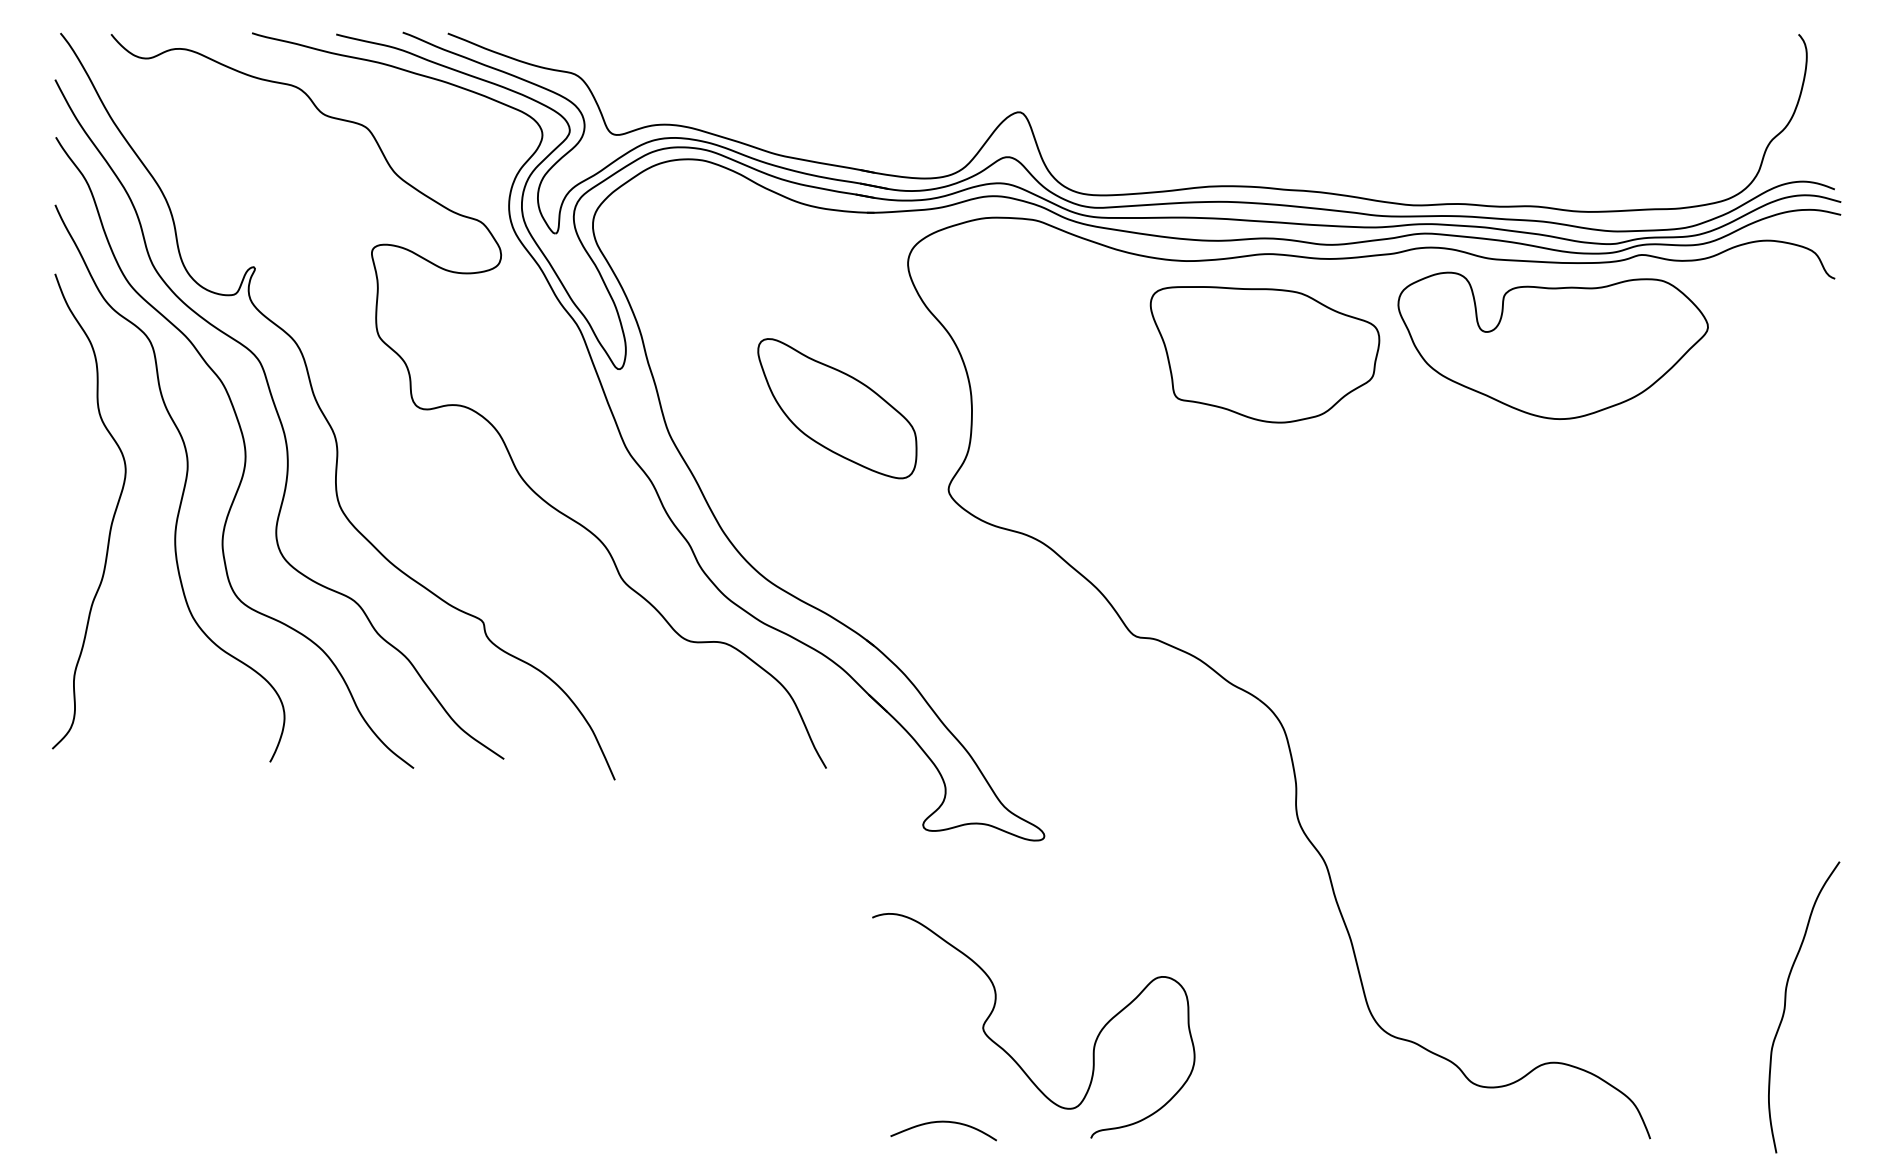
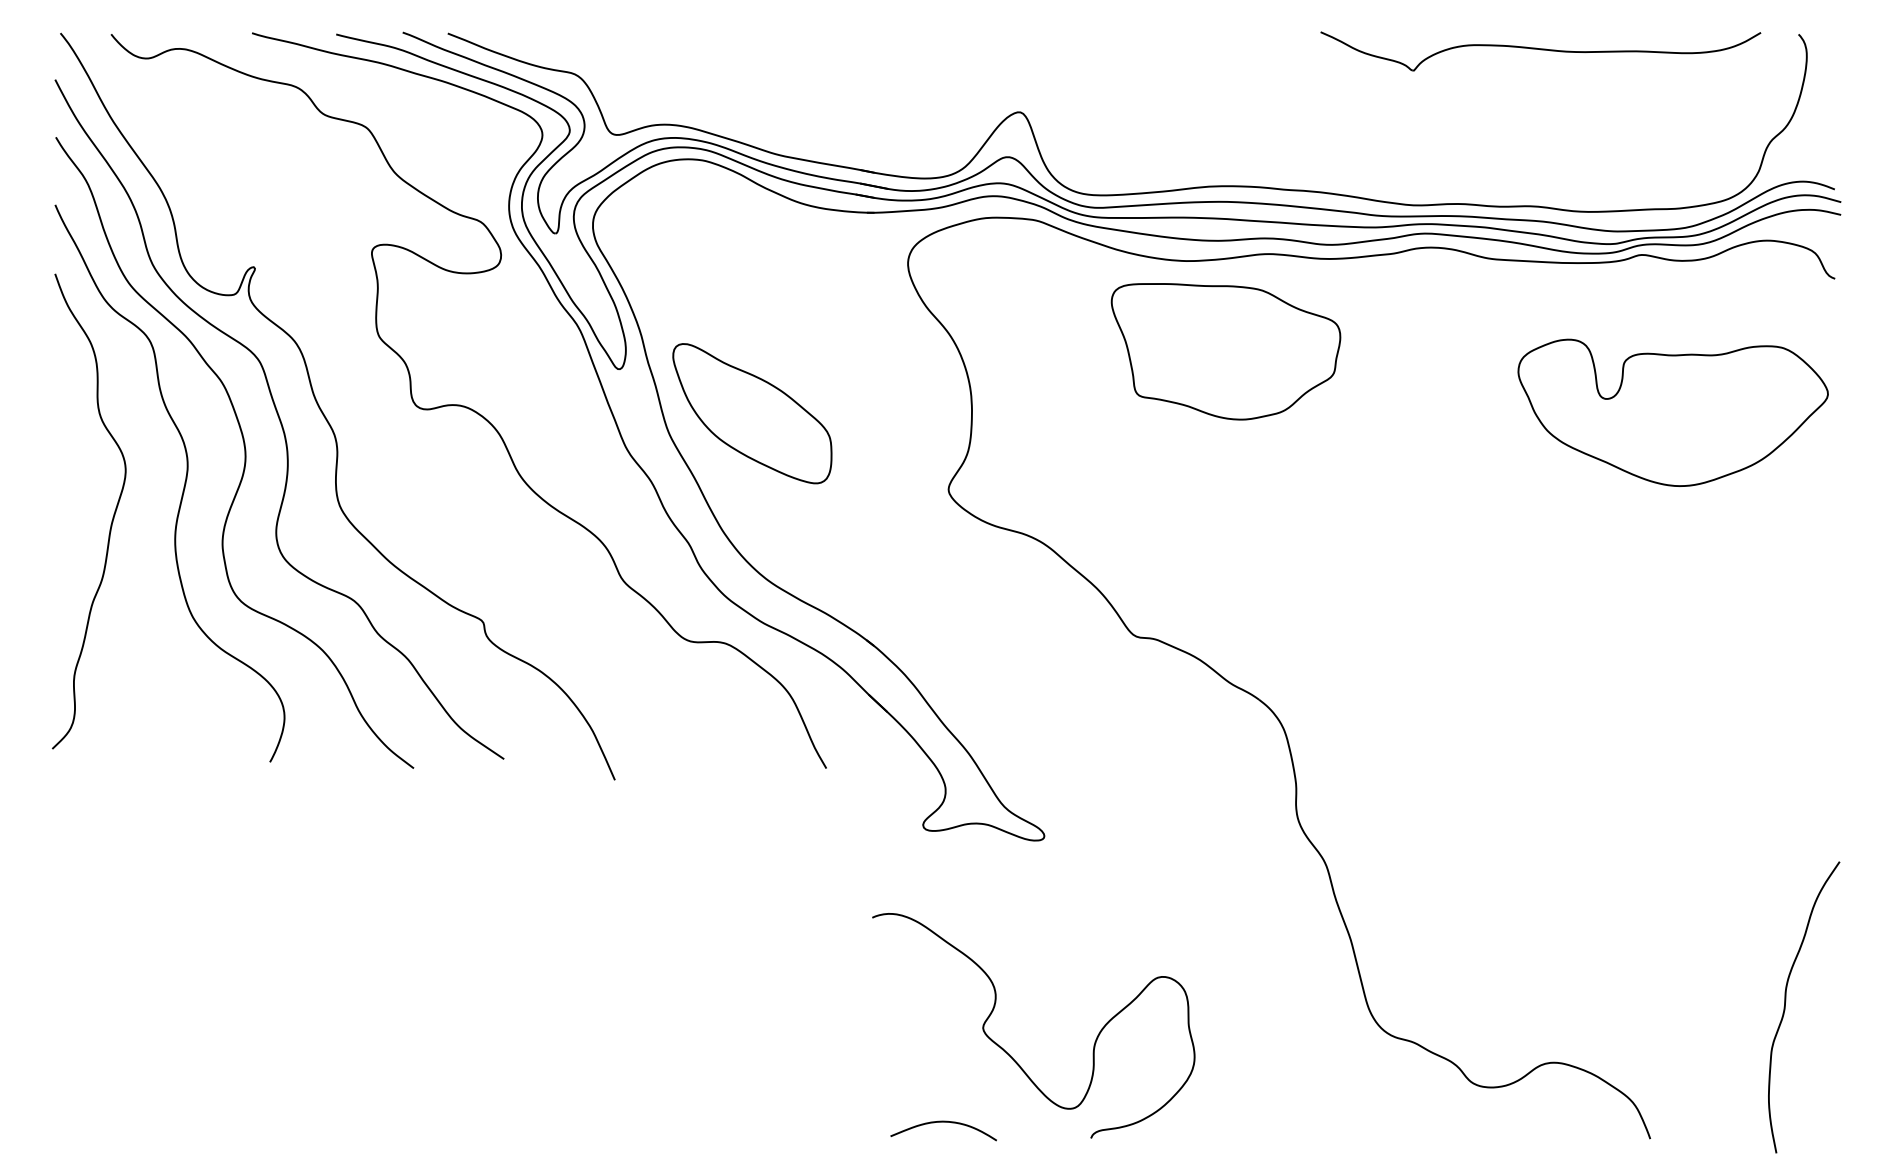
part at (1540, 51): none -> present
part at (1552, 345) position: (1552, 345) -> (1672, 412)
part at (1264, 354) position: (1264, 354) -> (1225, 351)
part at (837, 408) position: (837, 408) -> (752, 413)
